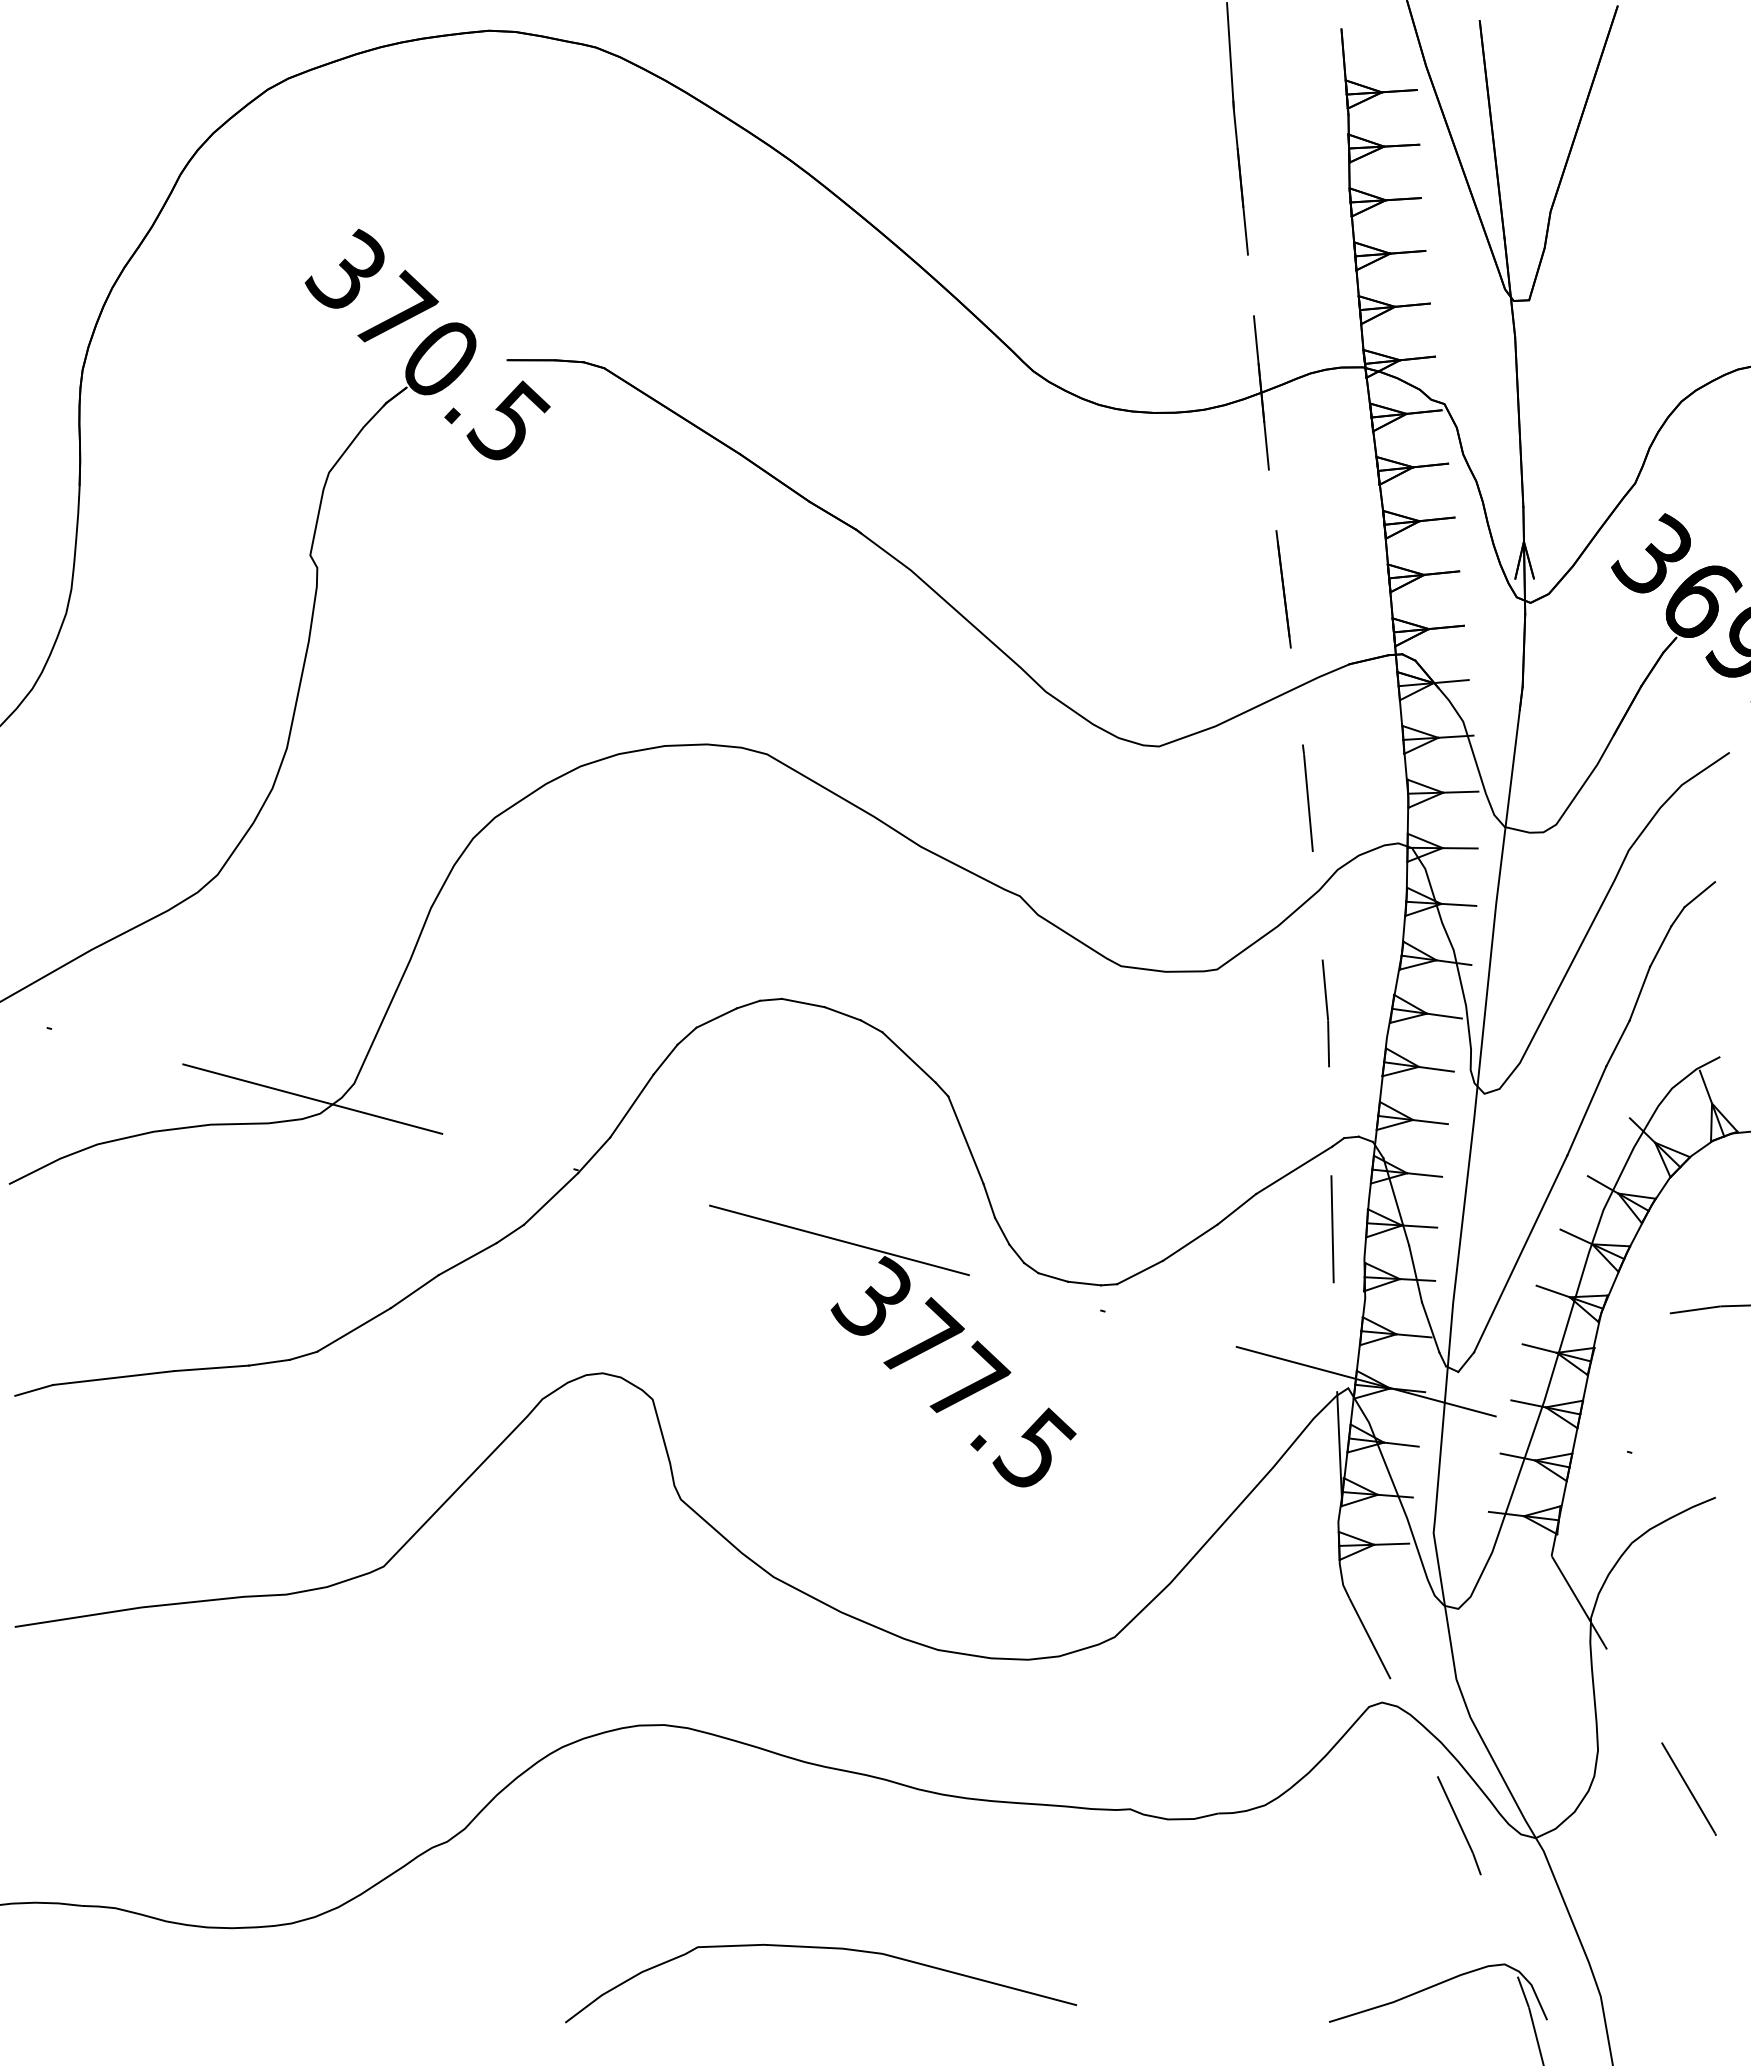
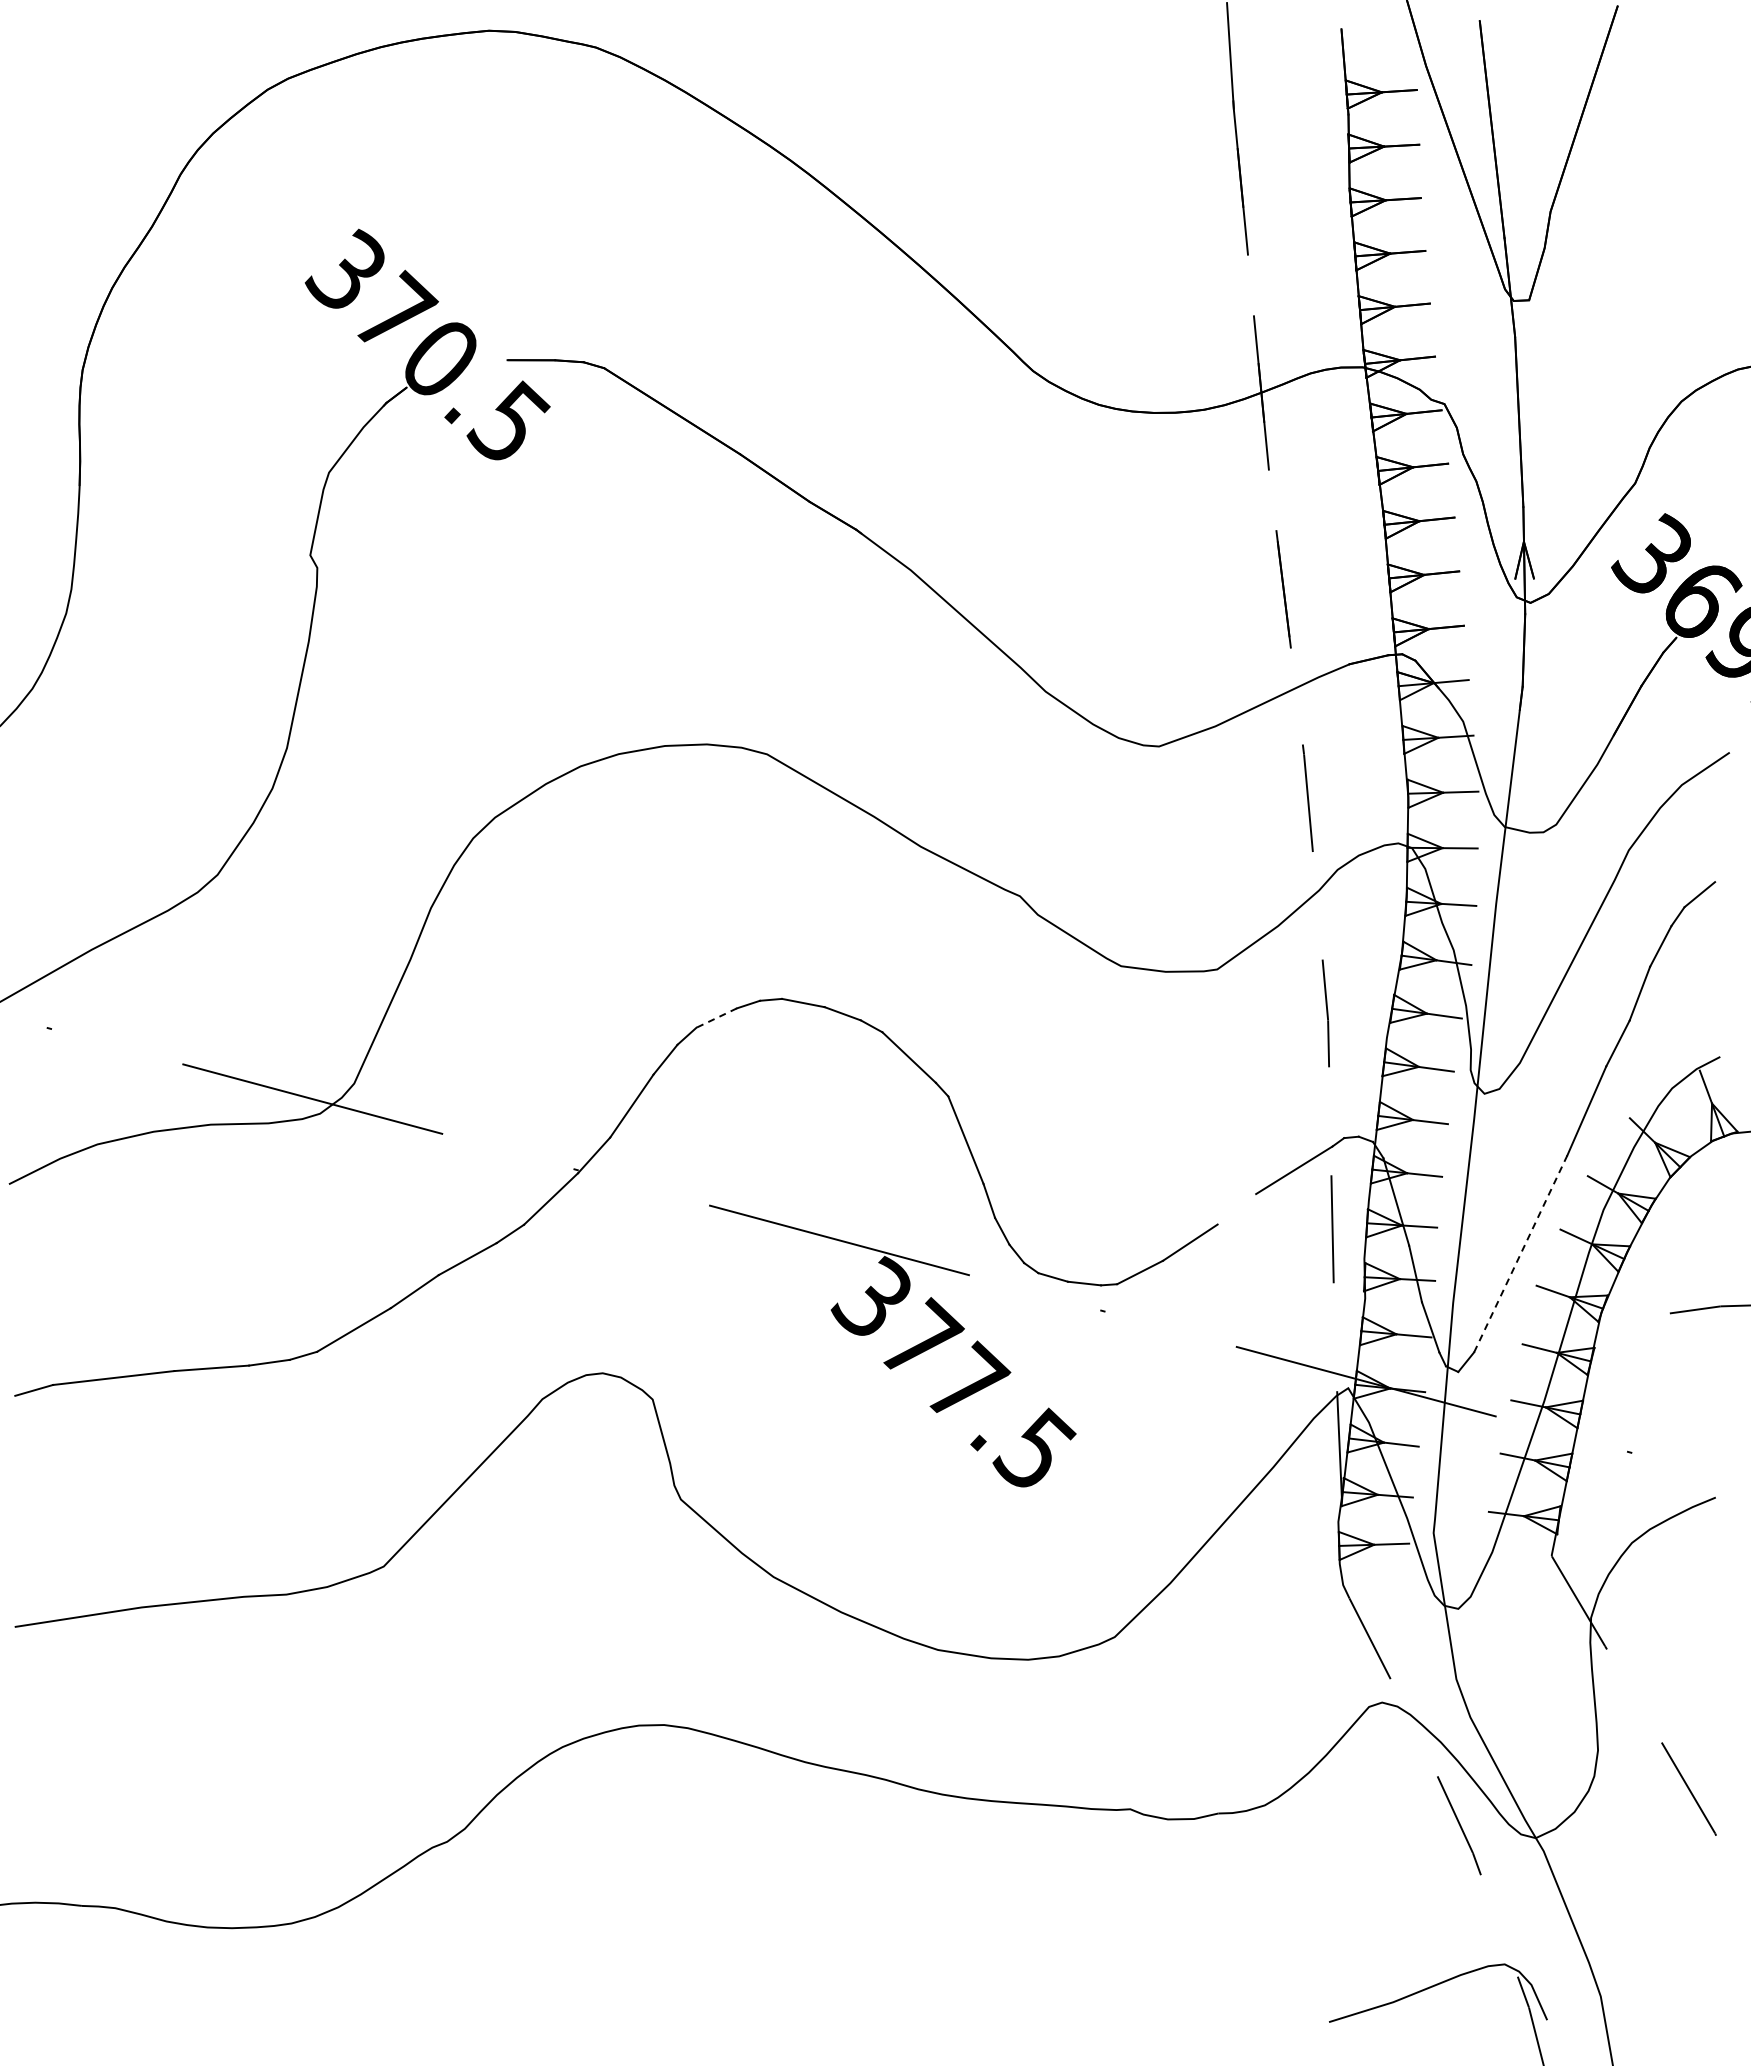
line at (716, 1018): solid -> dashed
line at (1236, 1209): present -> none
line at (1520, 1253): solid -> dashed
curve at (821, 1948): present -> none
